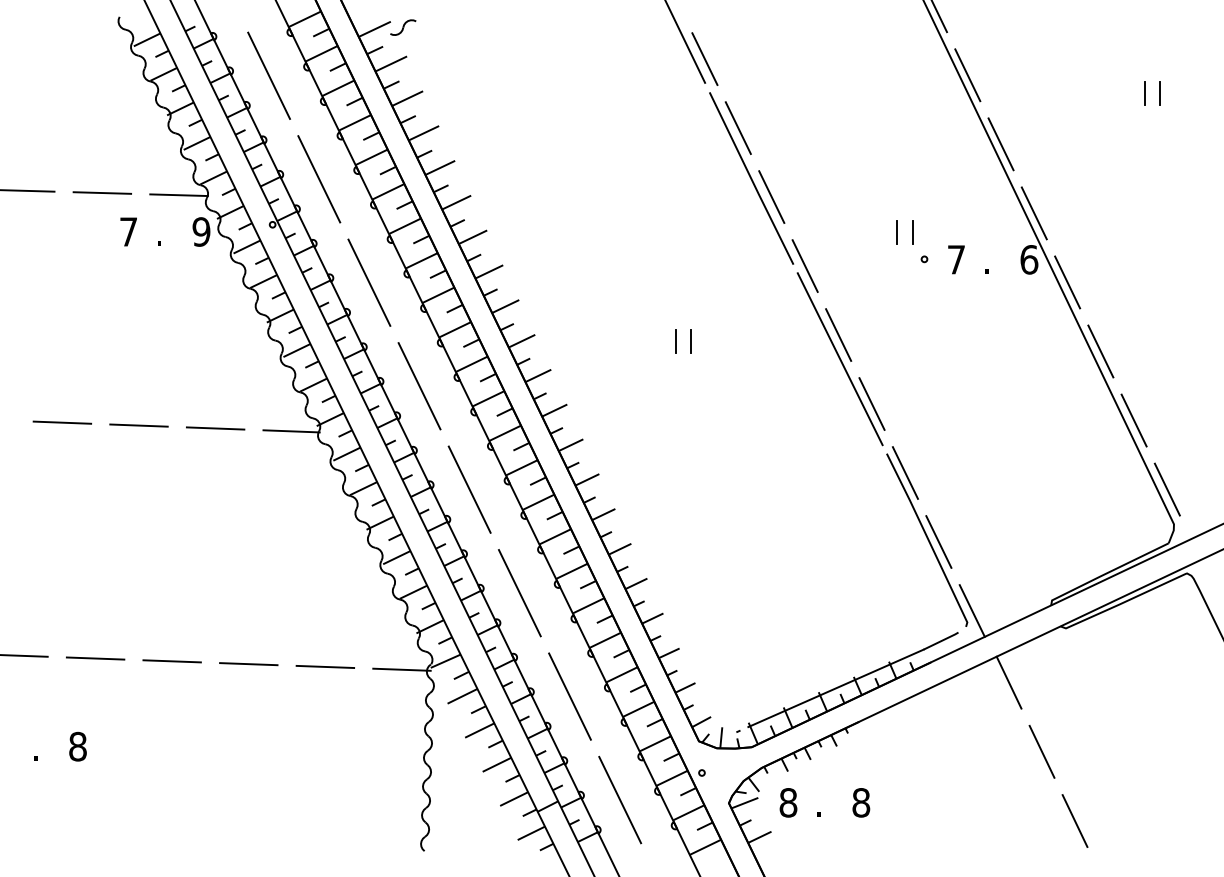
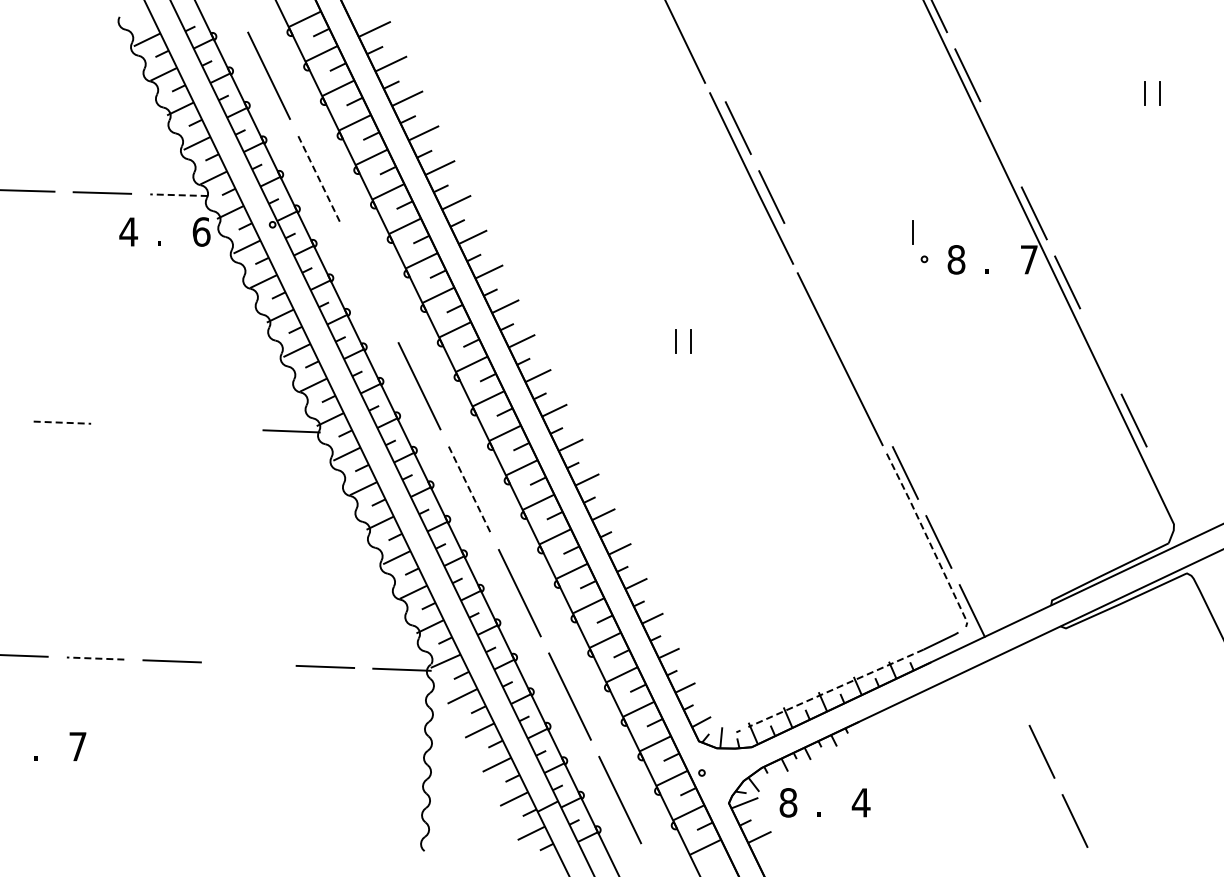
part at (403, 27): present -> none
line at (704, 59): present -> none
line at (1000, 144): present -> none
line at (319, 179): solid -> dashed
line at (179, 195): solid -> dashed
text at (128, 231): 7 -> 4
text at (201, 231): 9 -> 6
line at (896, 232): present -> none
text at (956, 259): 7 -> 8
text at (1029, 259): 6 -> 7
line at (804, 265): present -> none
line at (369, 282): present -> none
line at (838, 334): present -> none
line at (1100, 351): present -> none
line at (871, 403): present -> none
line at (62, 422): solid -> dashed
line at (138, 425): present -> none
line at (215, 428): present -> none
line at (469, 489): solid -> dashed
line at (1166, 489): present -> none
line at (928, 540): solid -> dashed
line at (95, 658): solid -> dashed
line at (248, 664): present -> none
line at (1008, 682): present -> none
line at (836, 688): solid -> dashed
text at (77, 746): 8 -> 7
text at (860, 802): 8 -> 4
